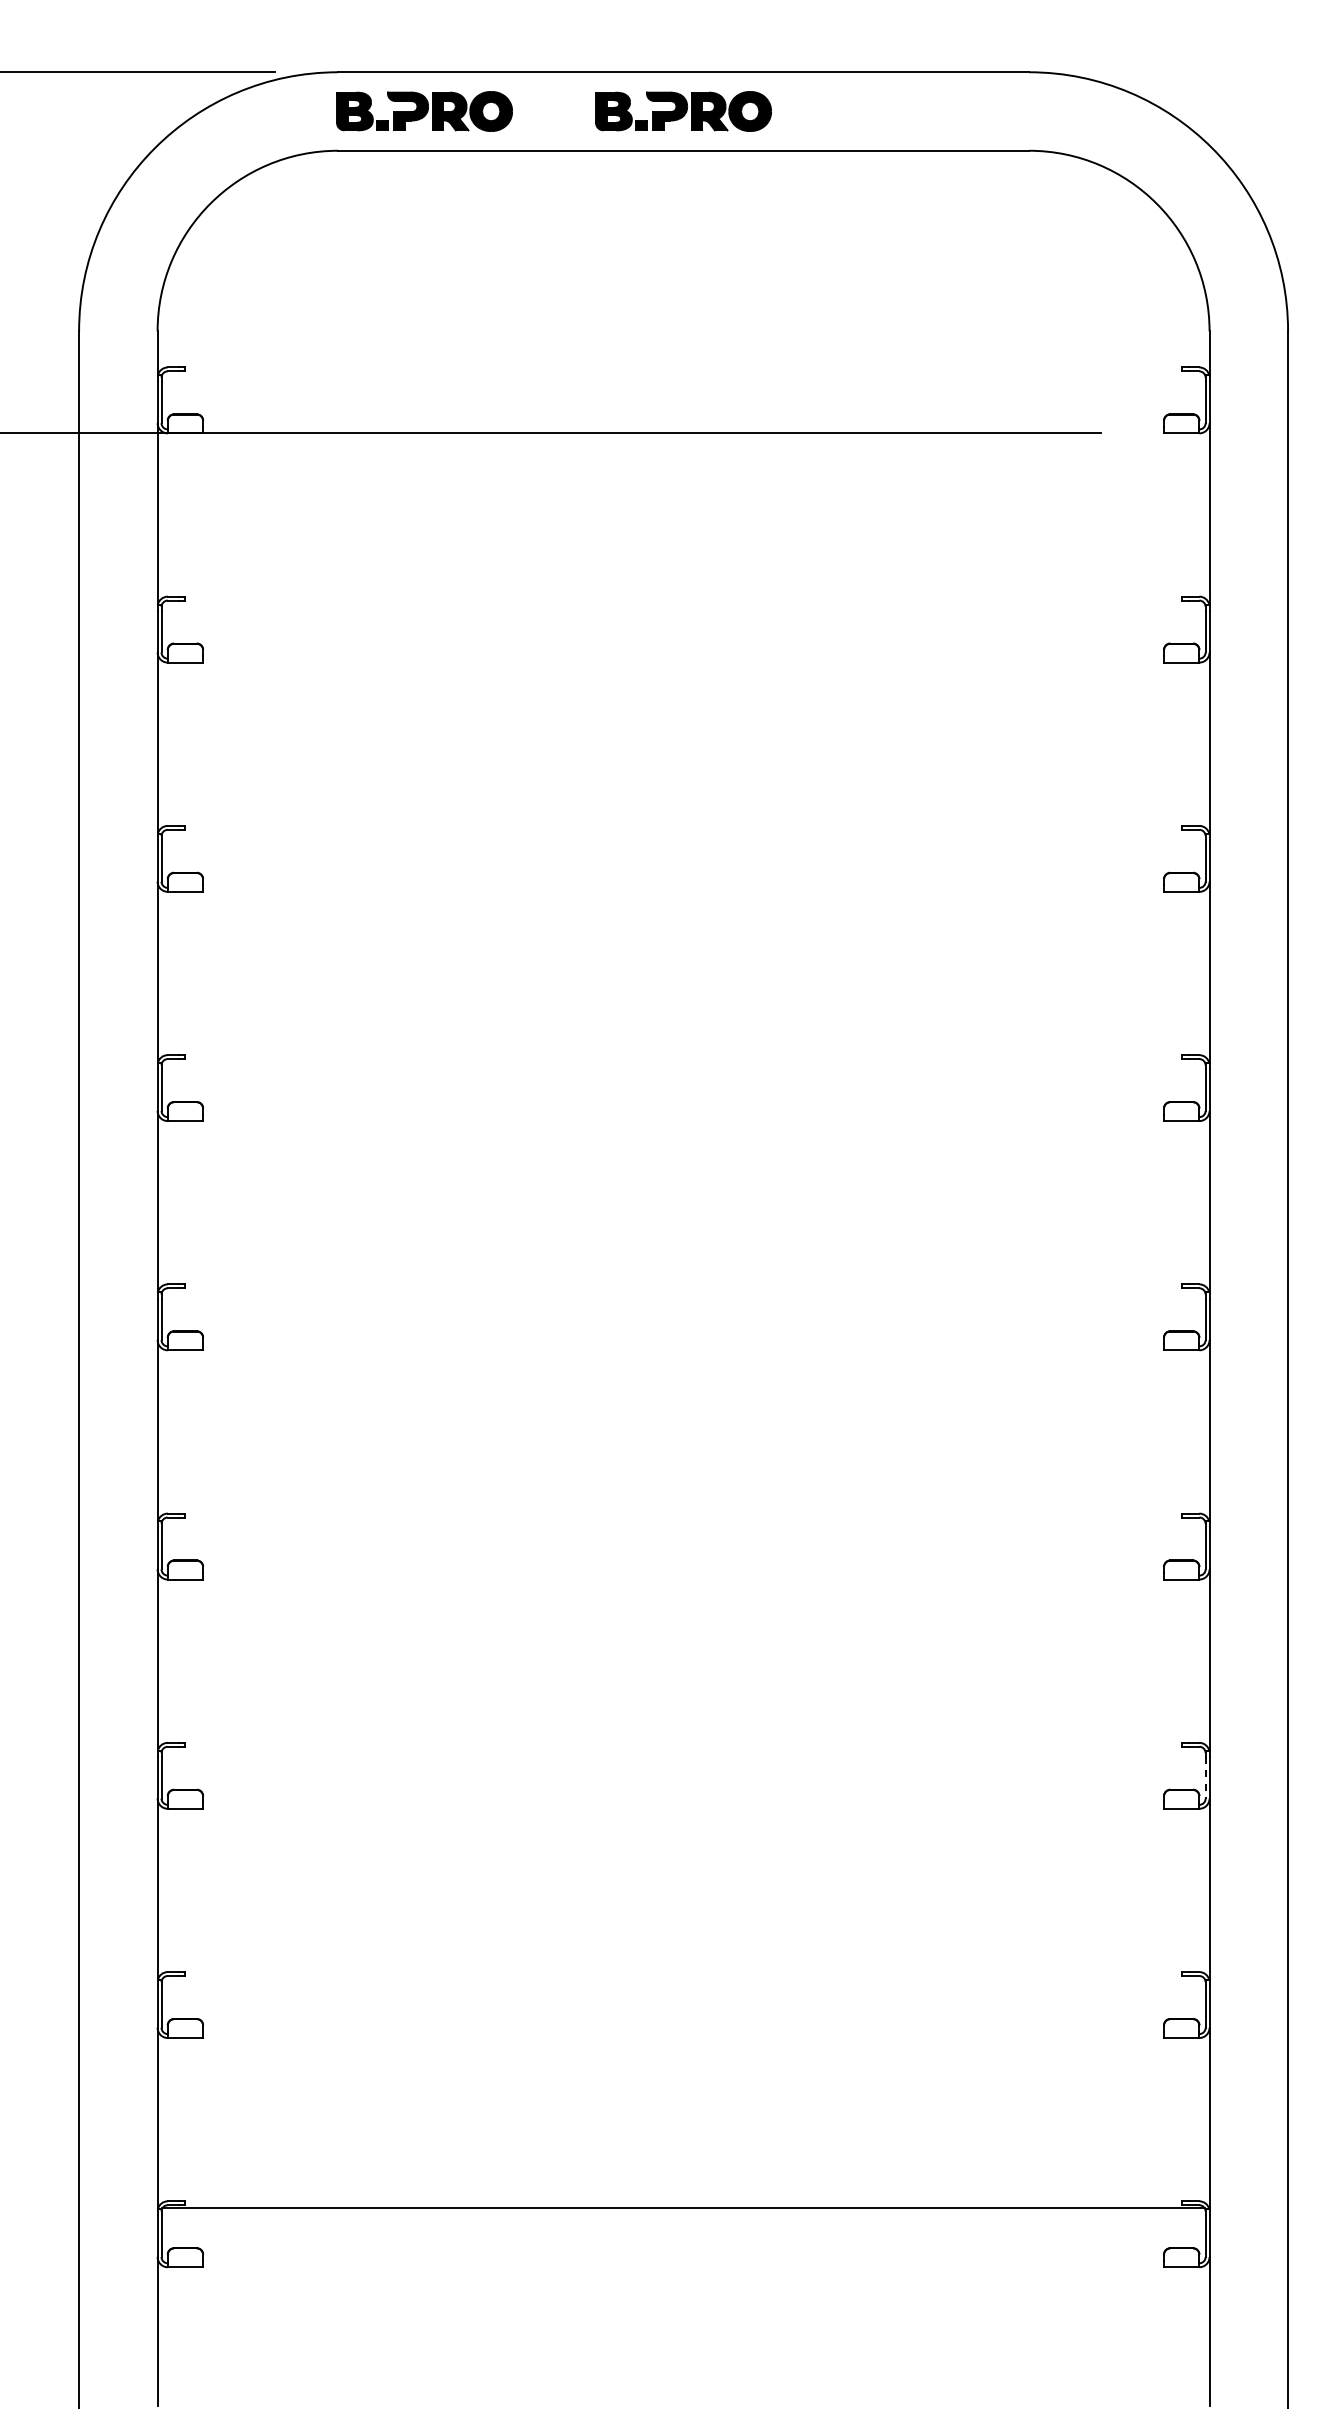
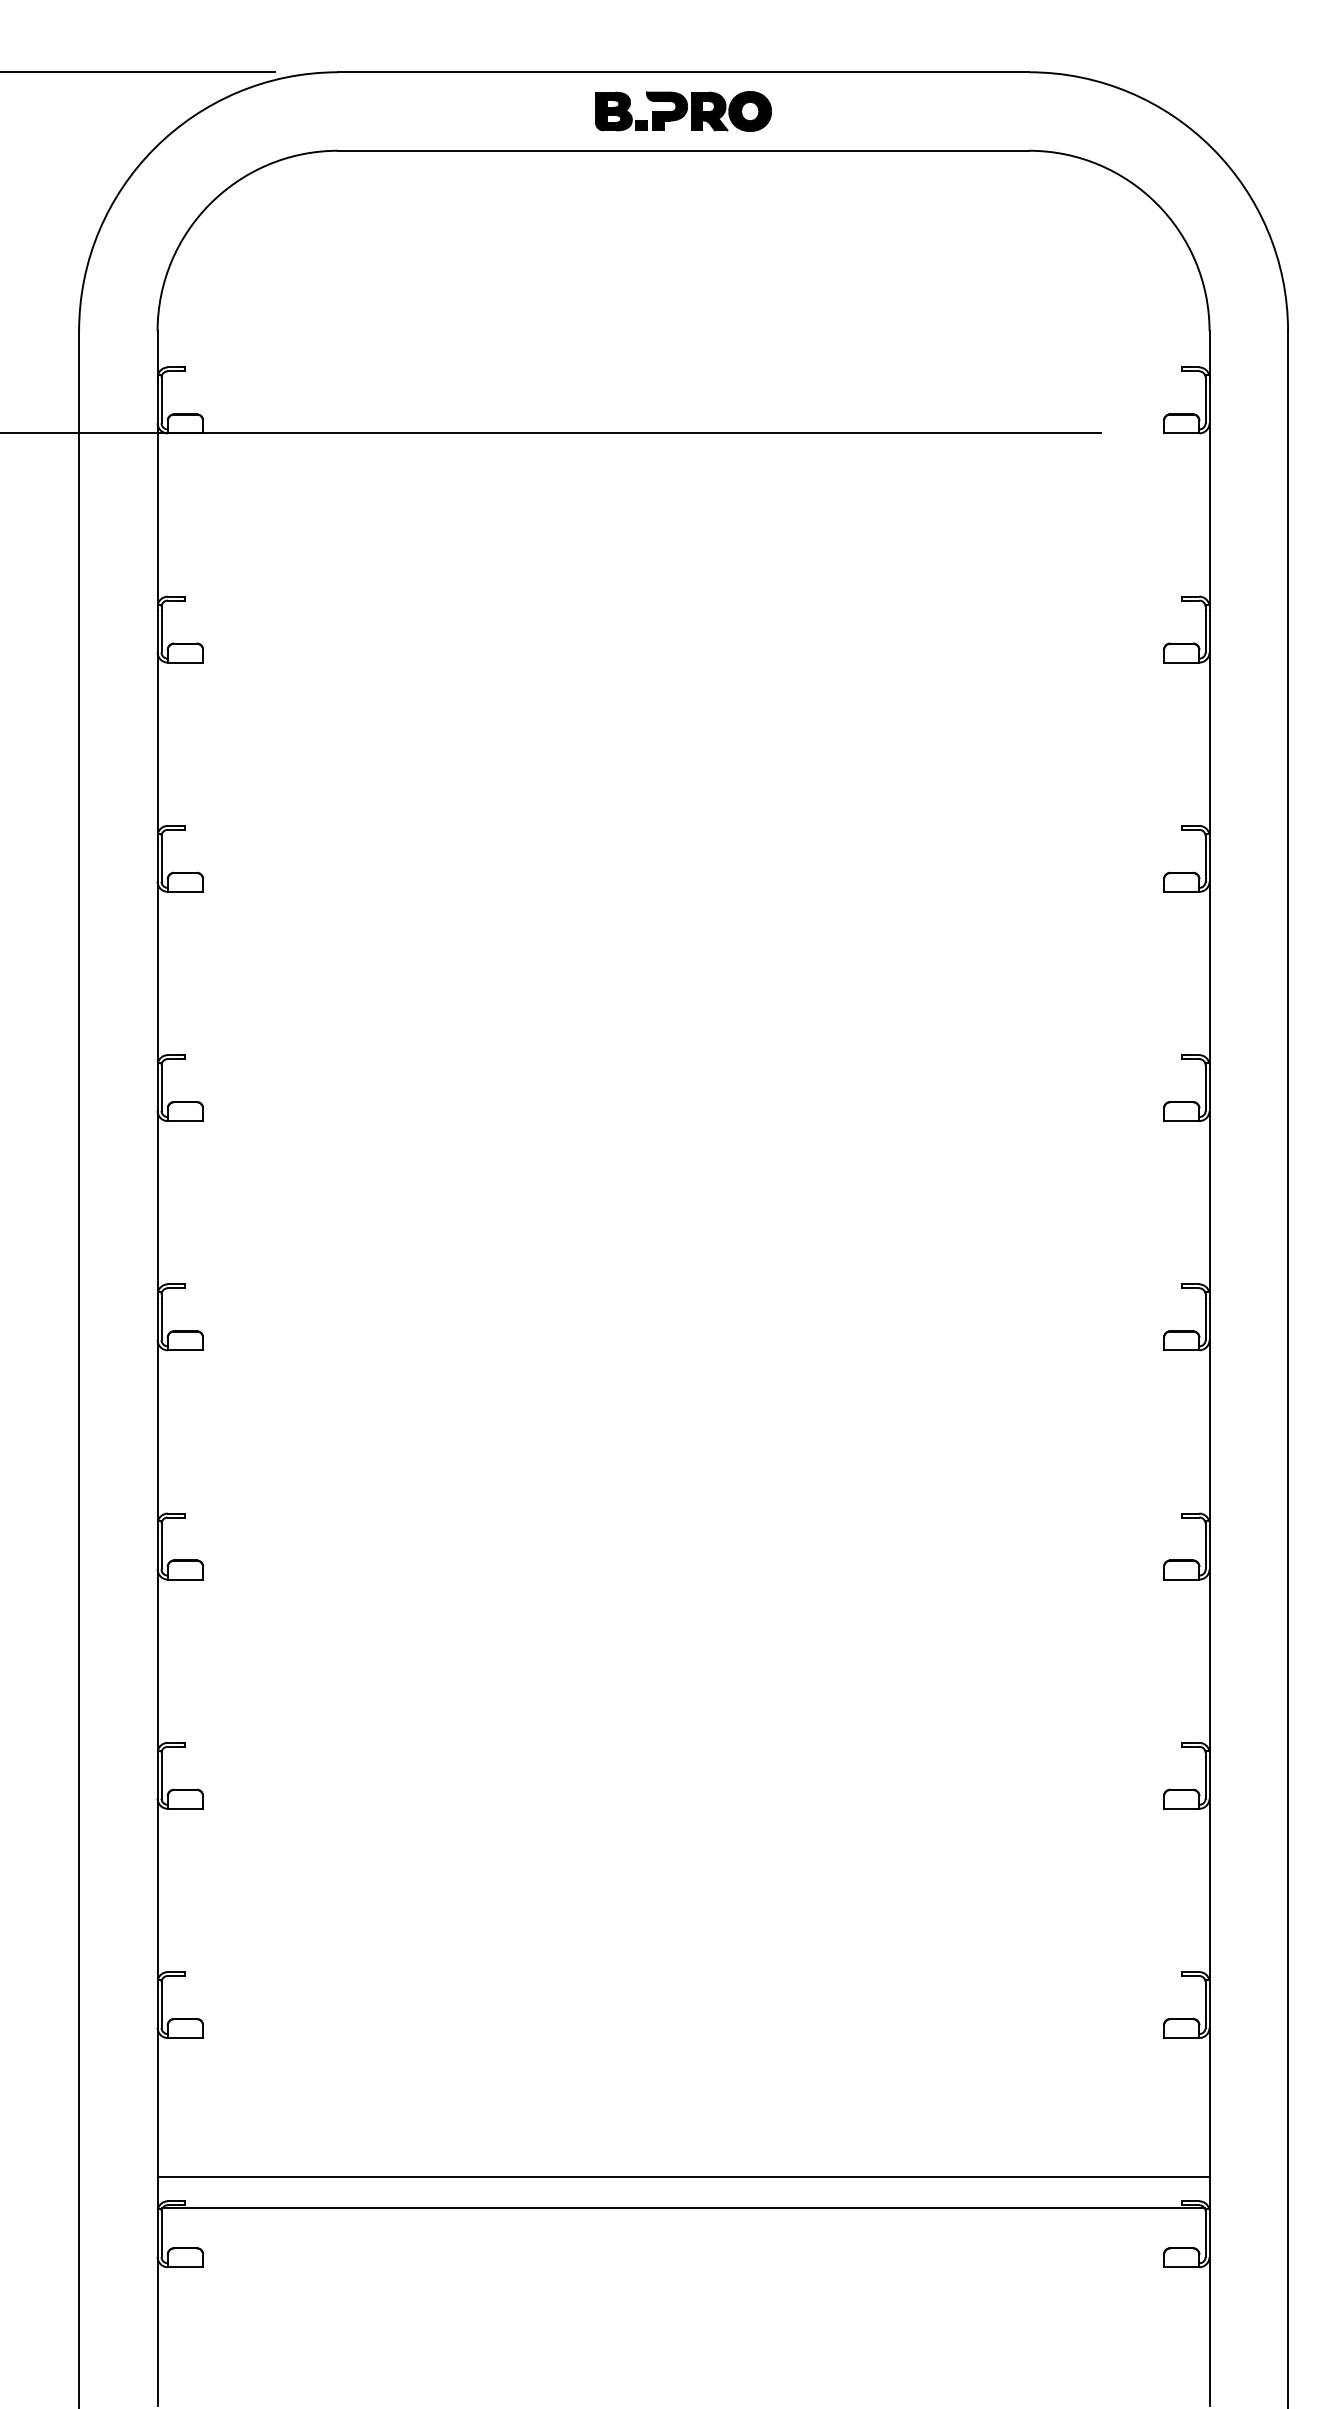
part at (424, 111): present -> none
line at (1205, 1777): dashed -> solid
line at (683, 2176): none -> present
